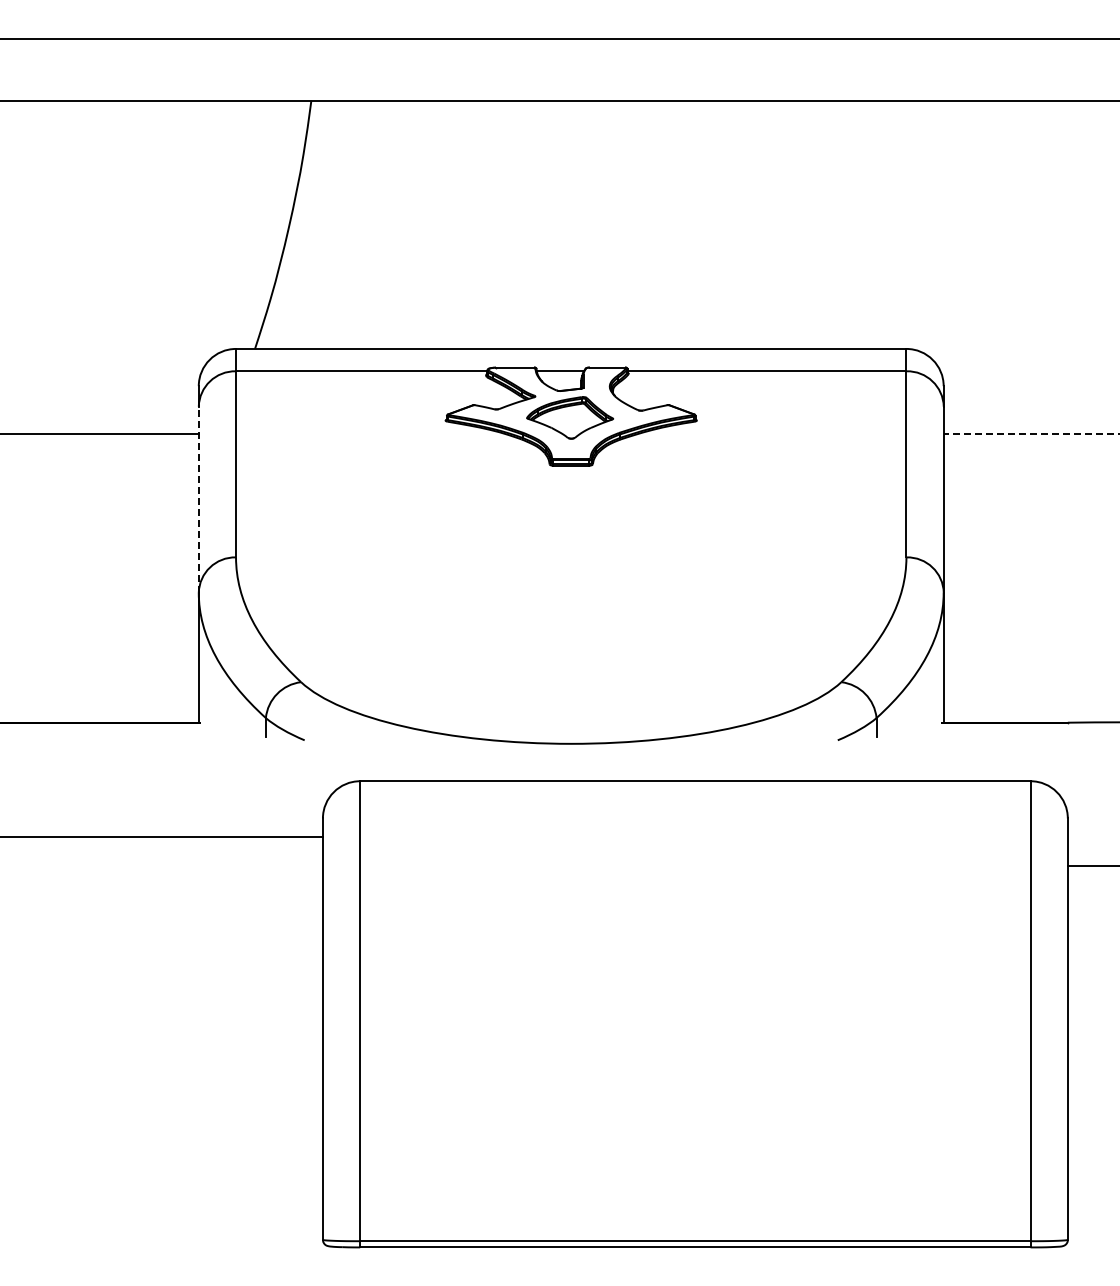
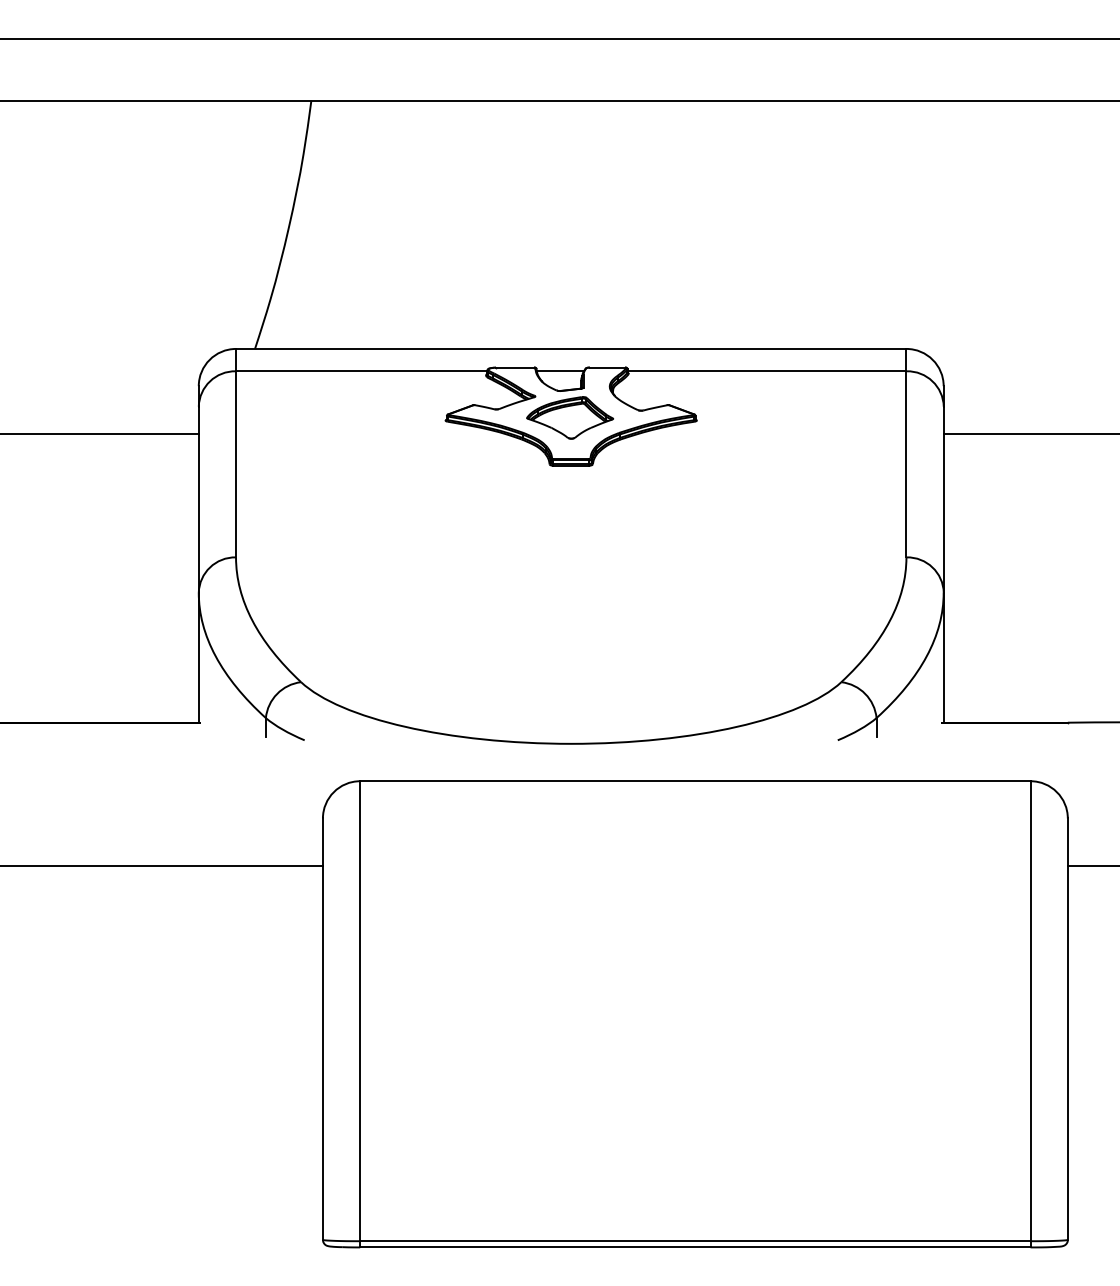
line at (1031, 433): dashed -> solid
line at (198, 499): dashed -> solid
line at (162, 837) position: (162, 837) -> (162, 866)
